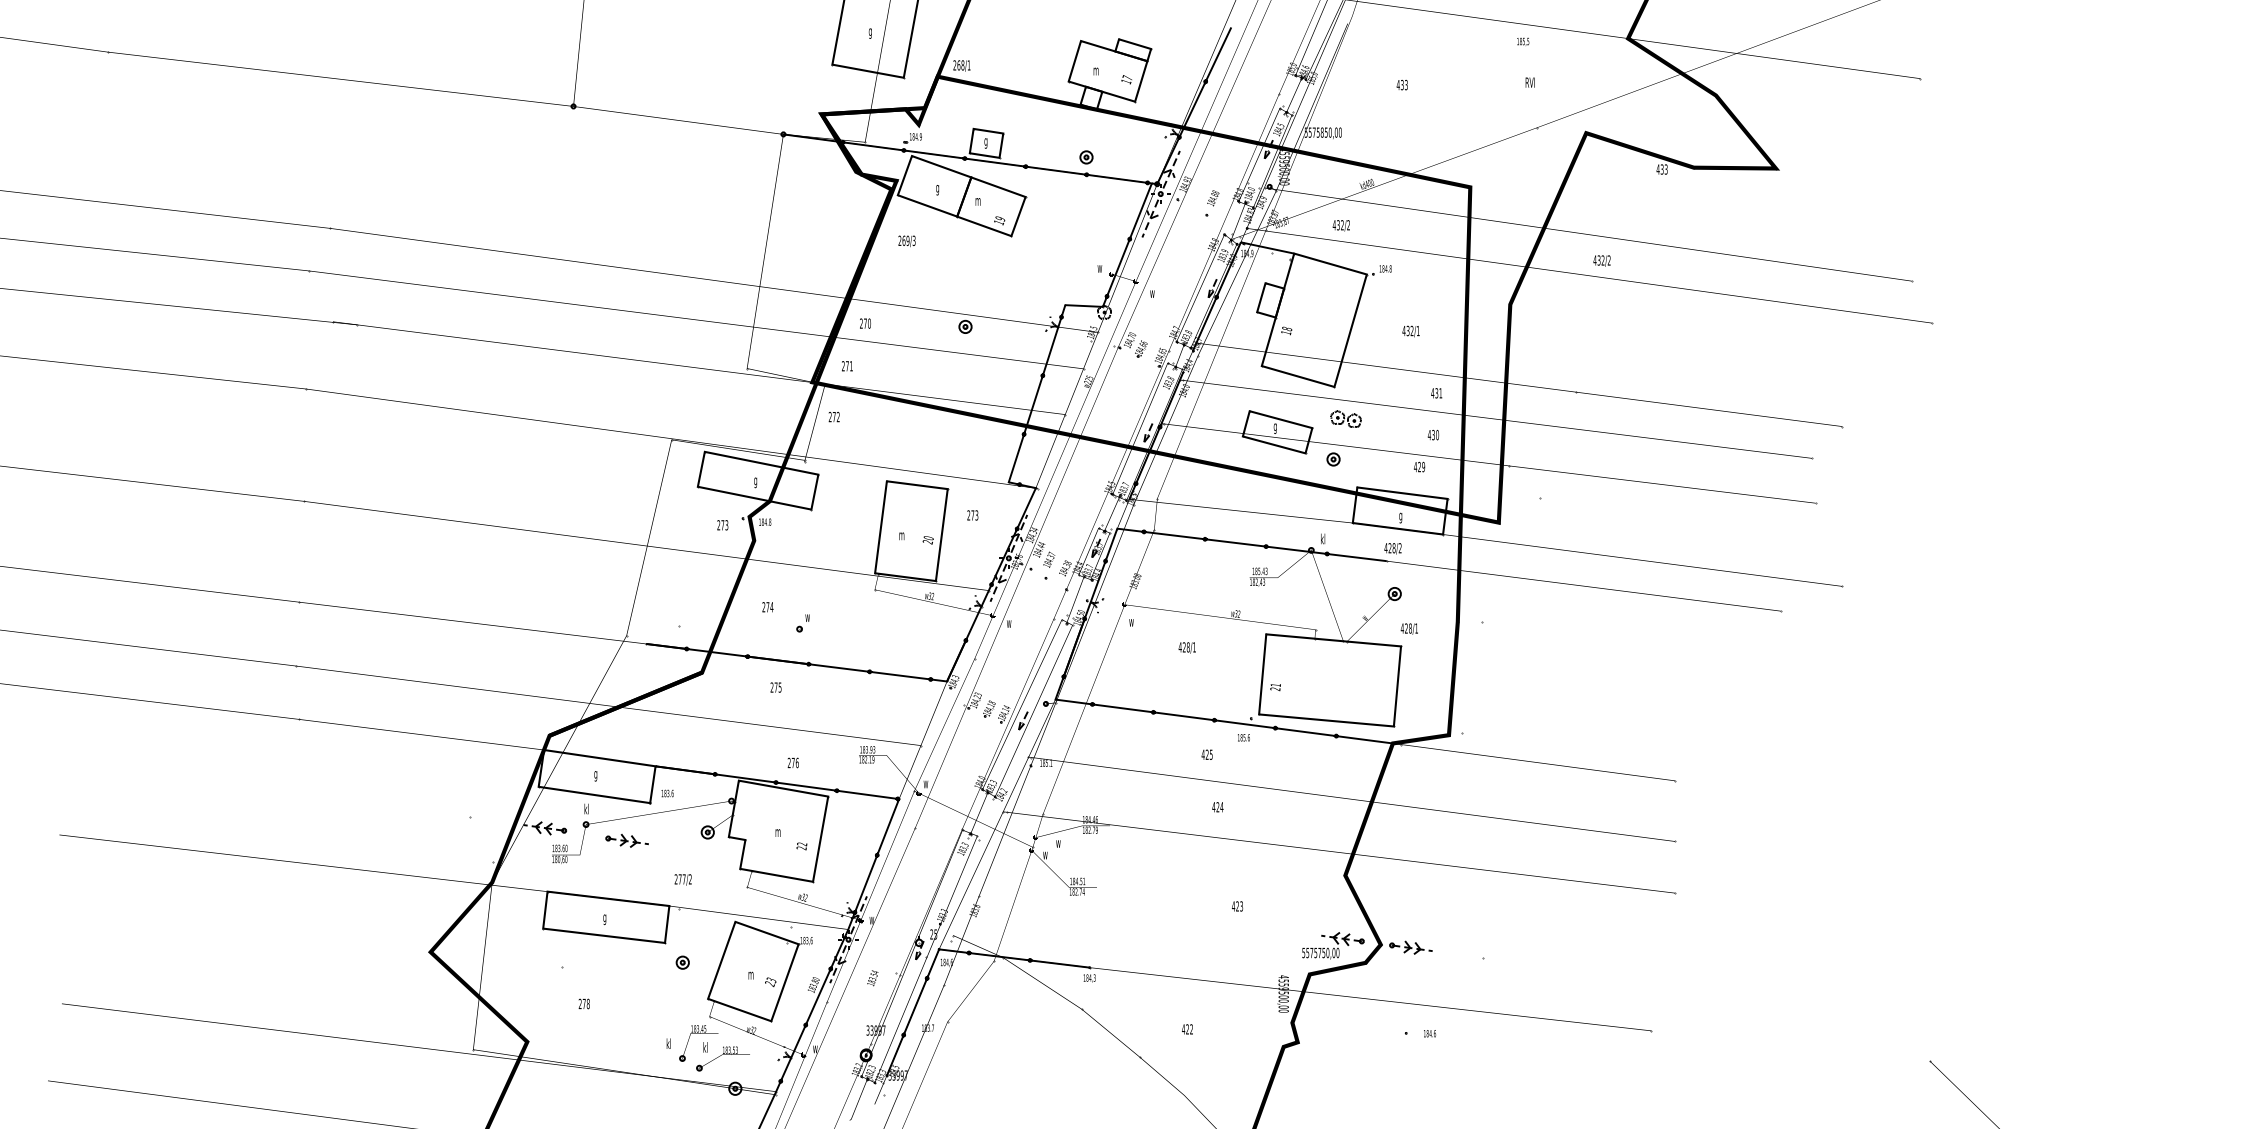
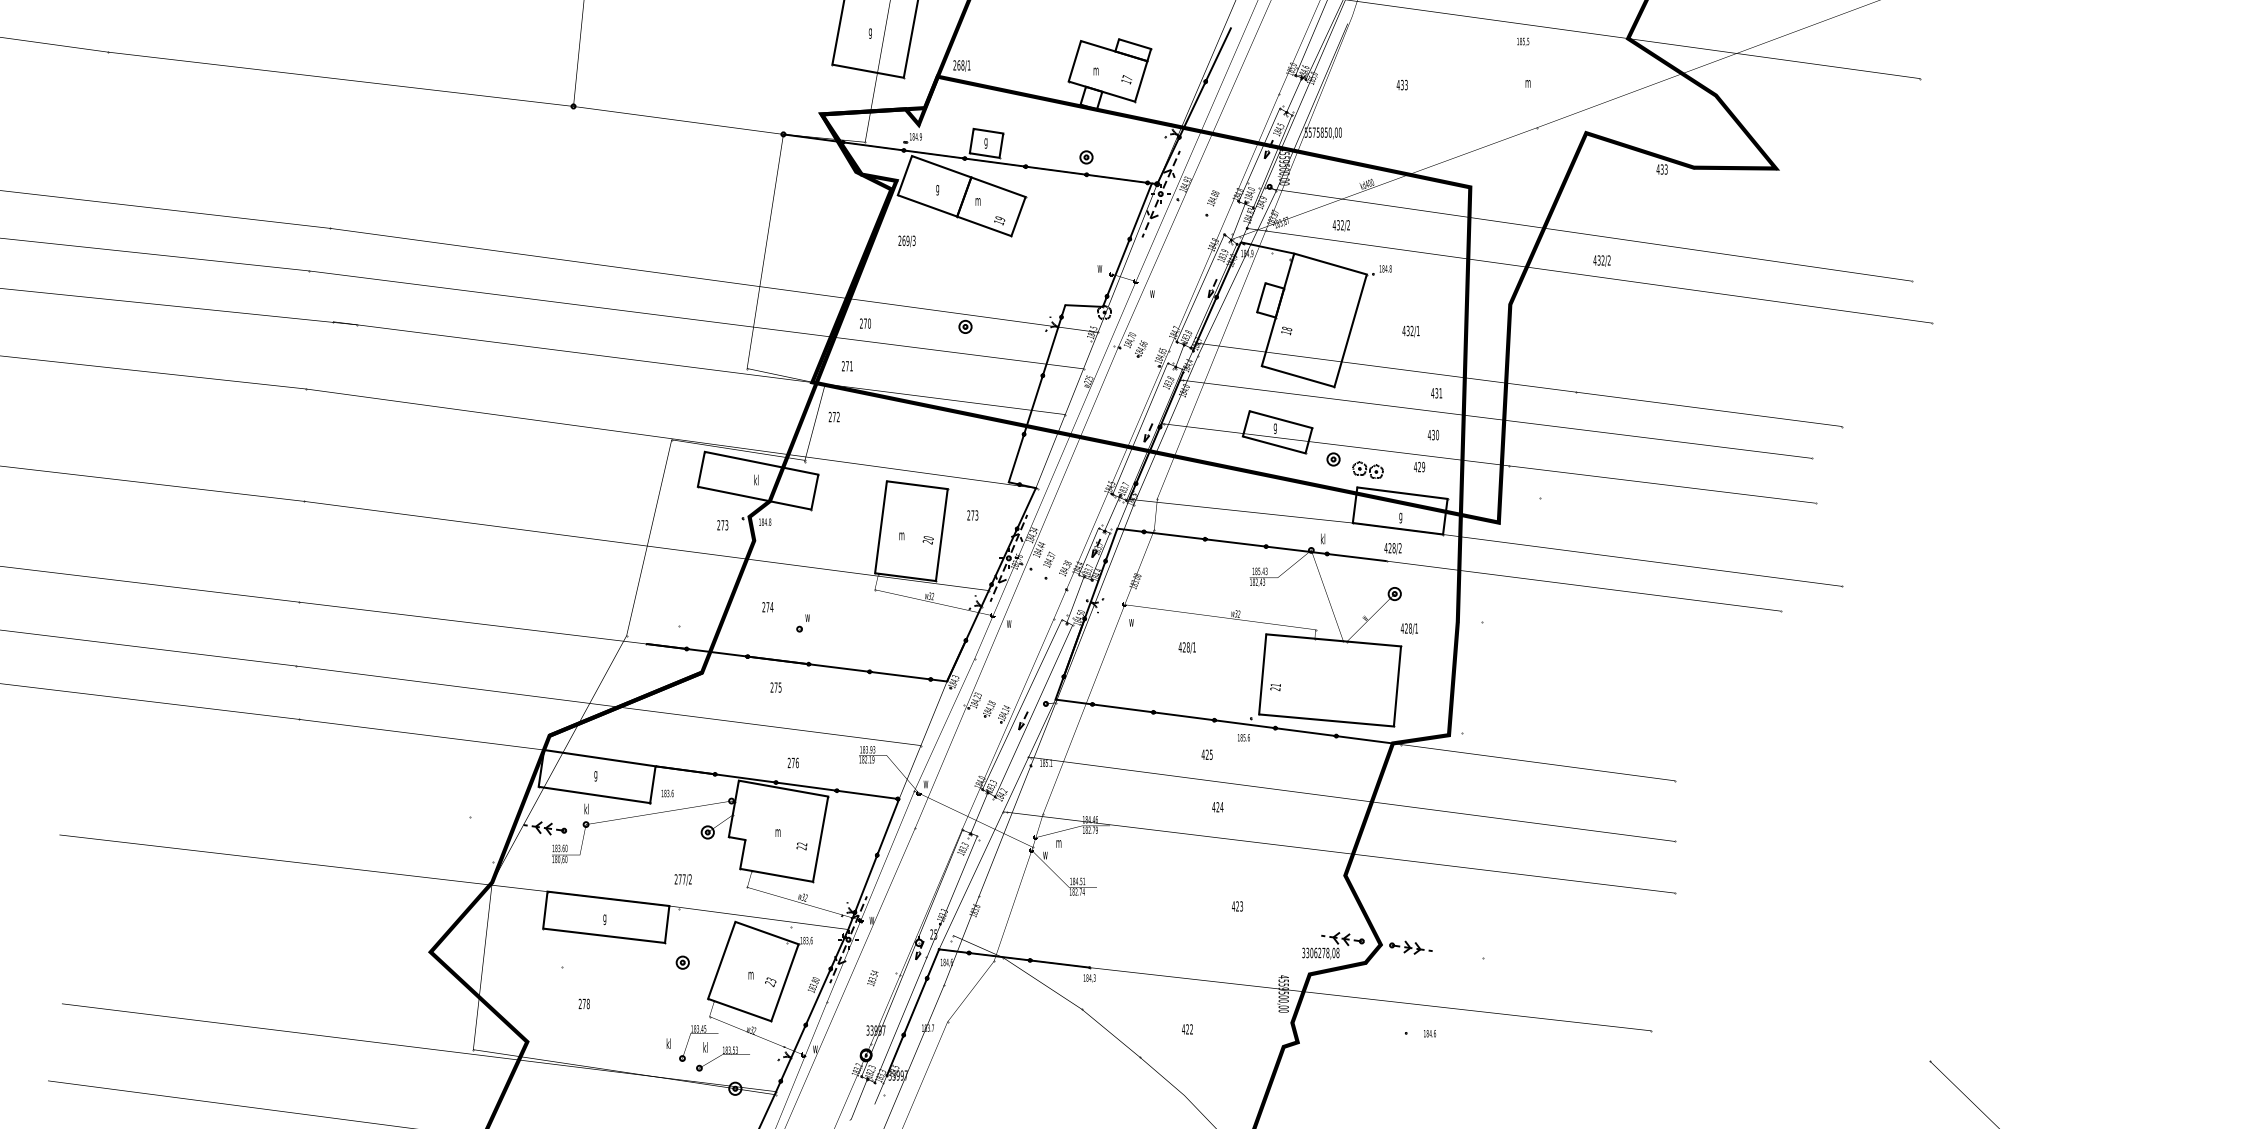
text at (1529, 82): RVI -> m
part at (1345, 418) position: (1345, 418) -> (1367, 469)
text at (756, 481): g -> kl
part at (626, 840): present -> none
text at (1058, 843): w -> m
text at (1320, 952): 5575750,00 -> 3306278,08
